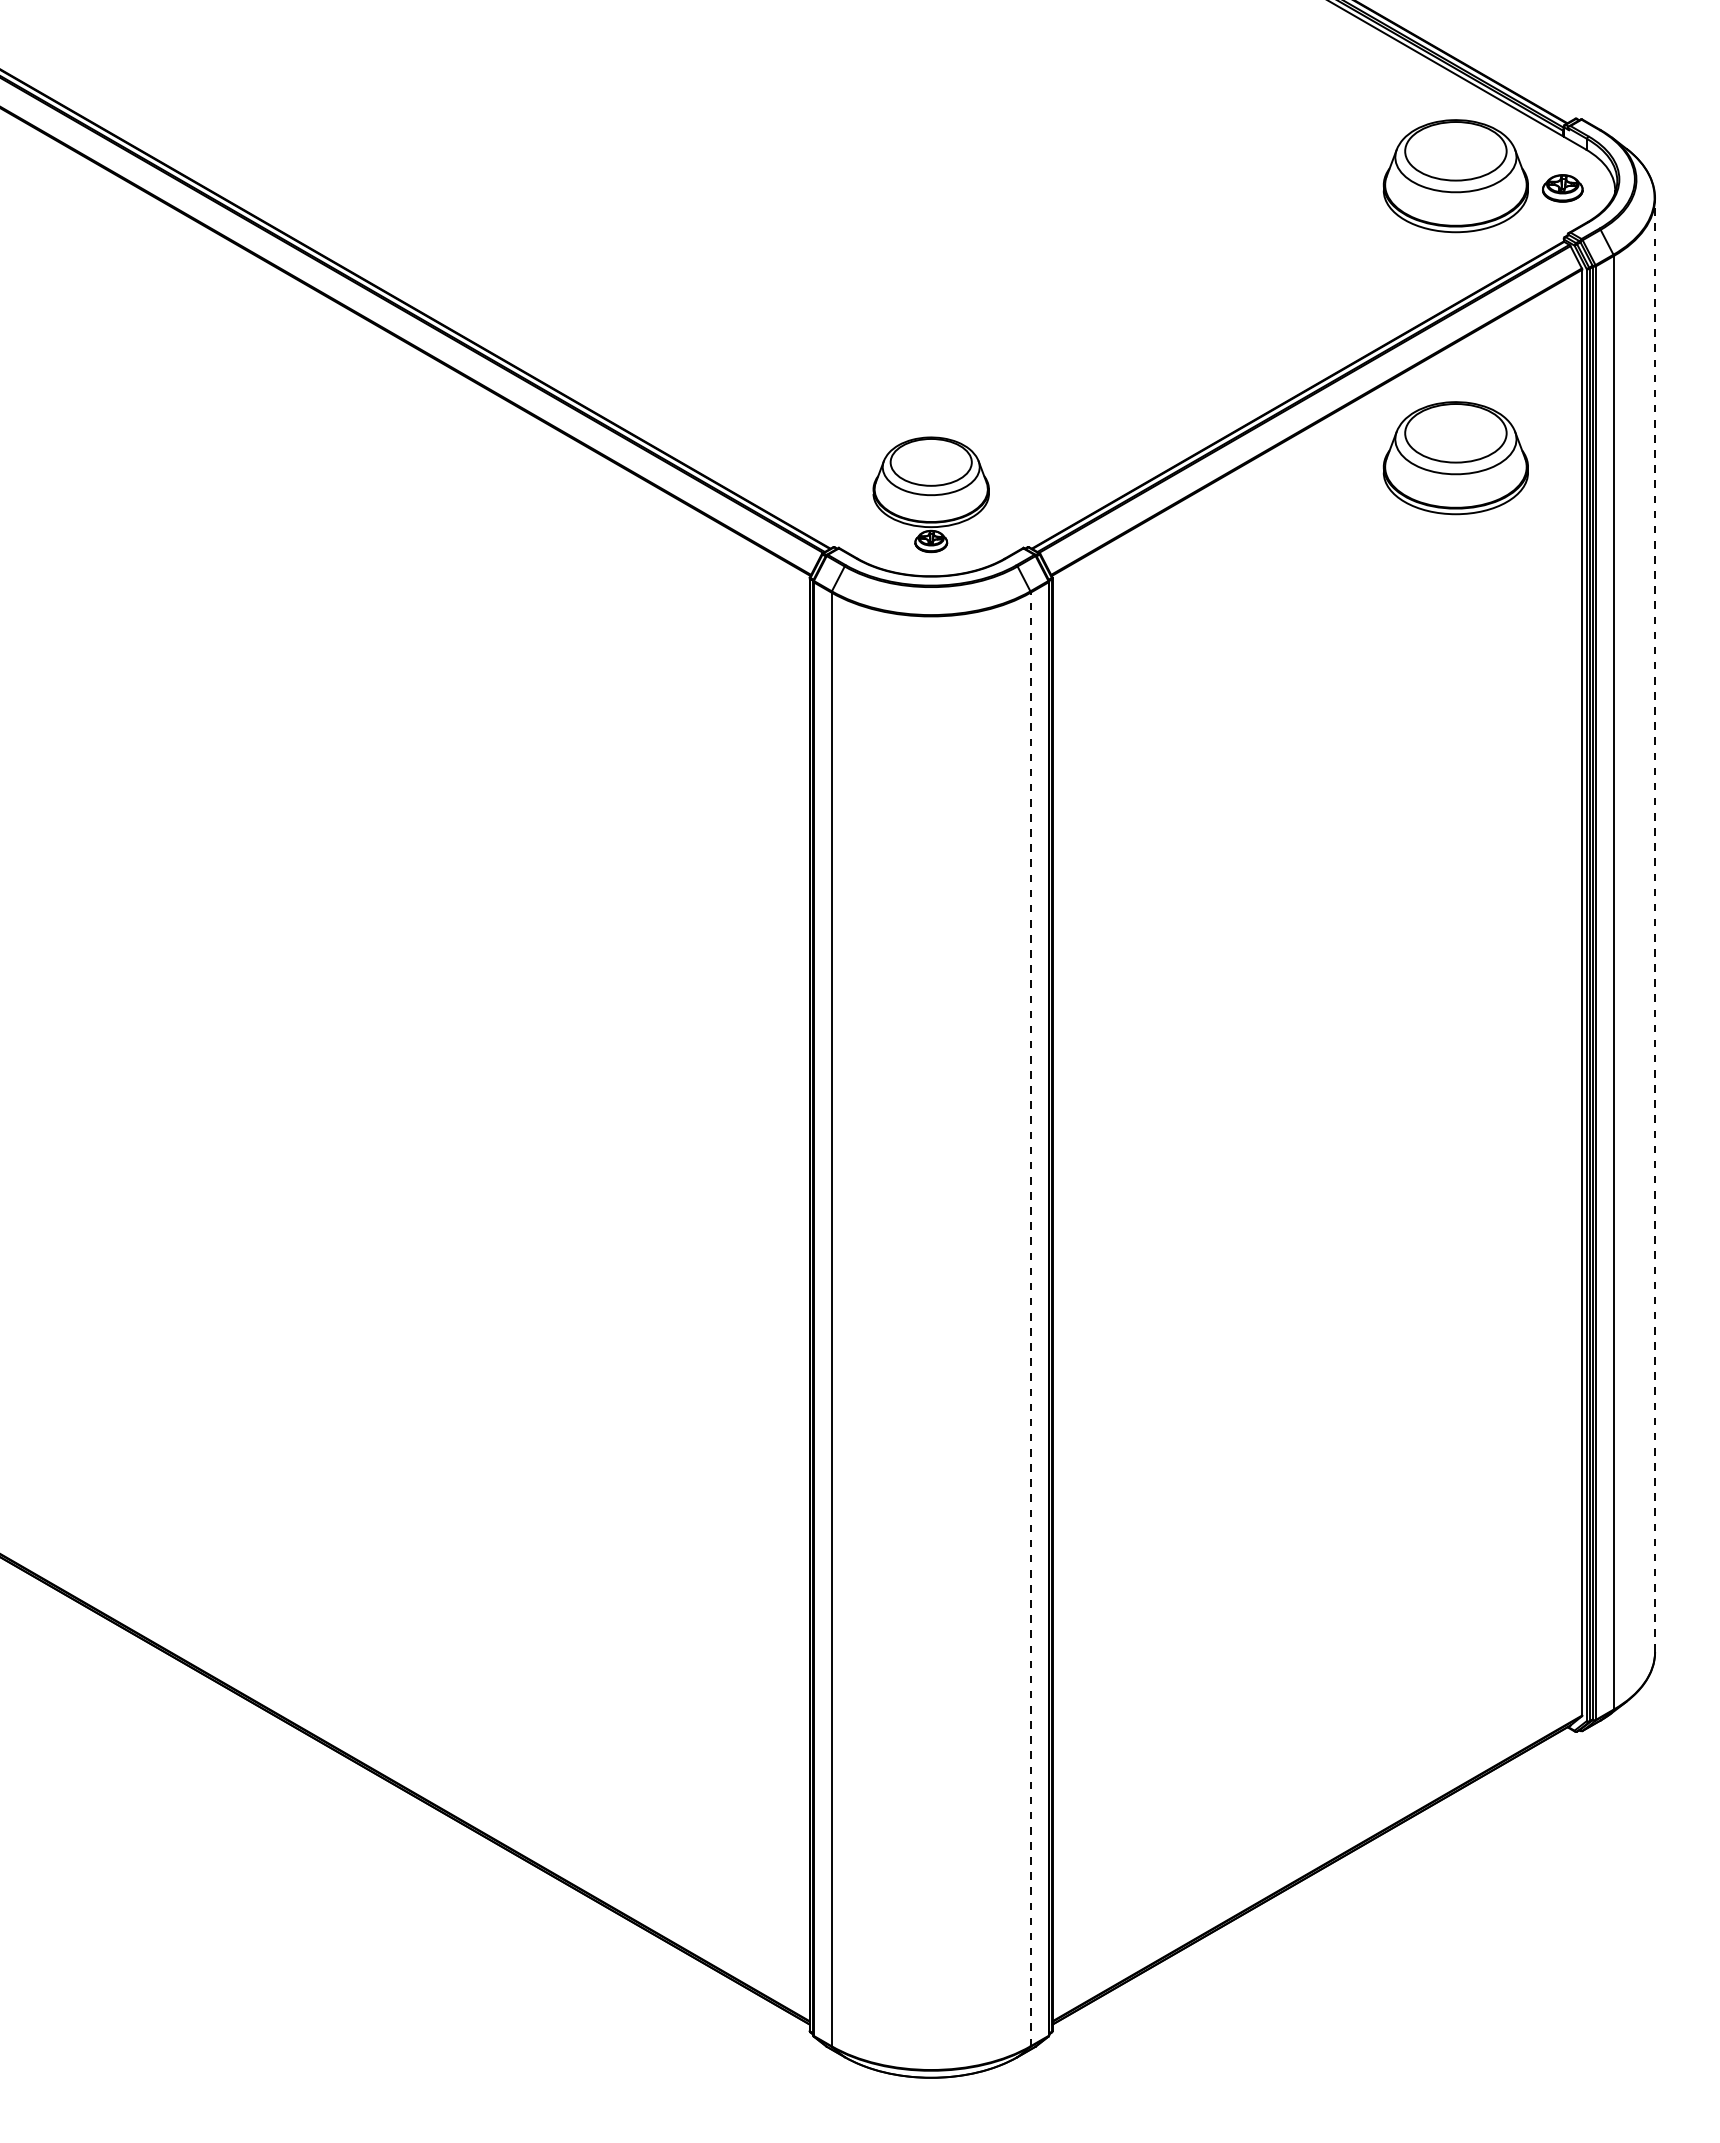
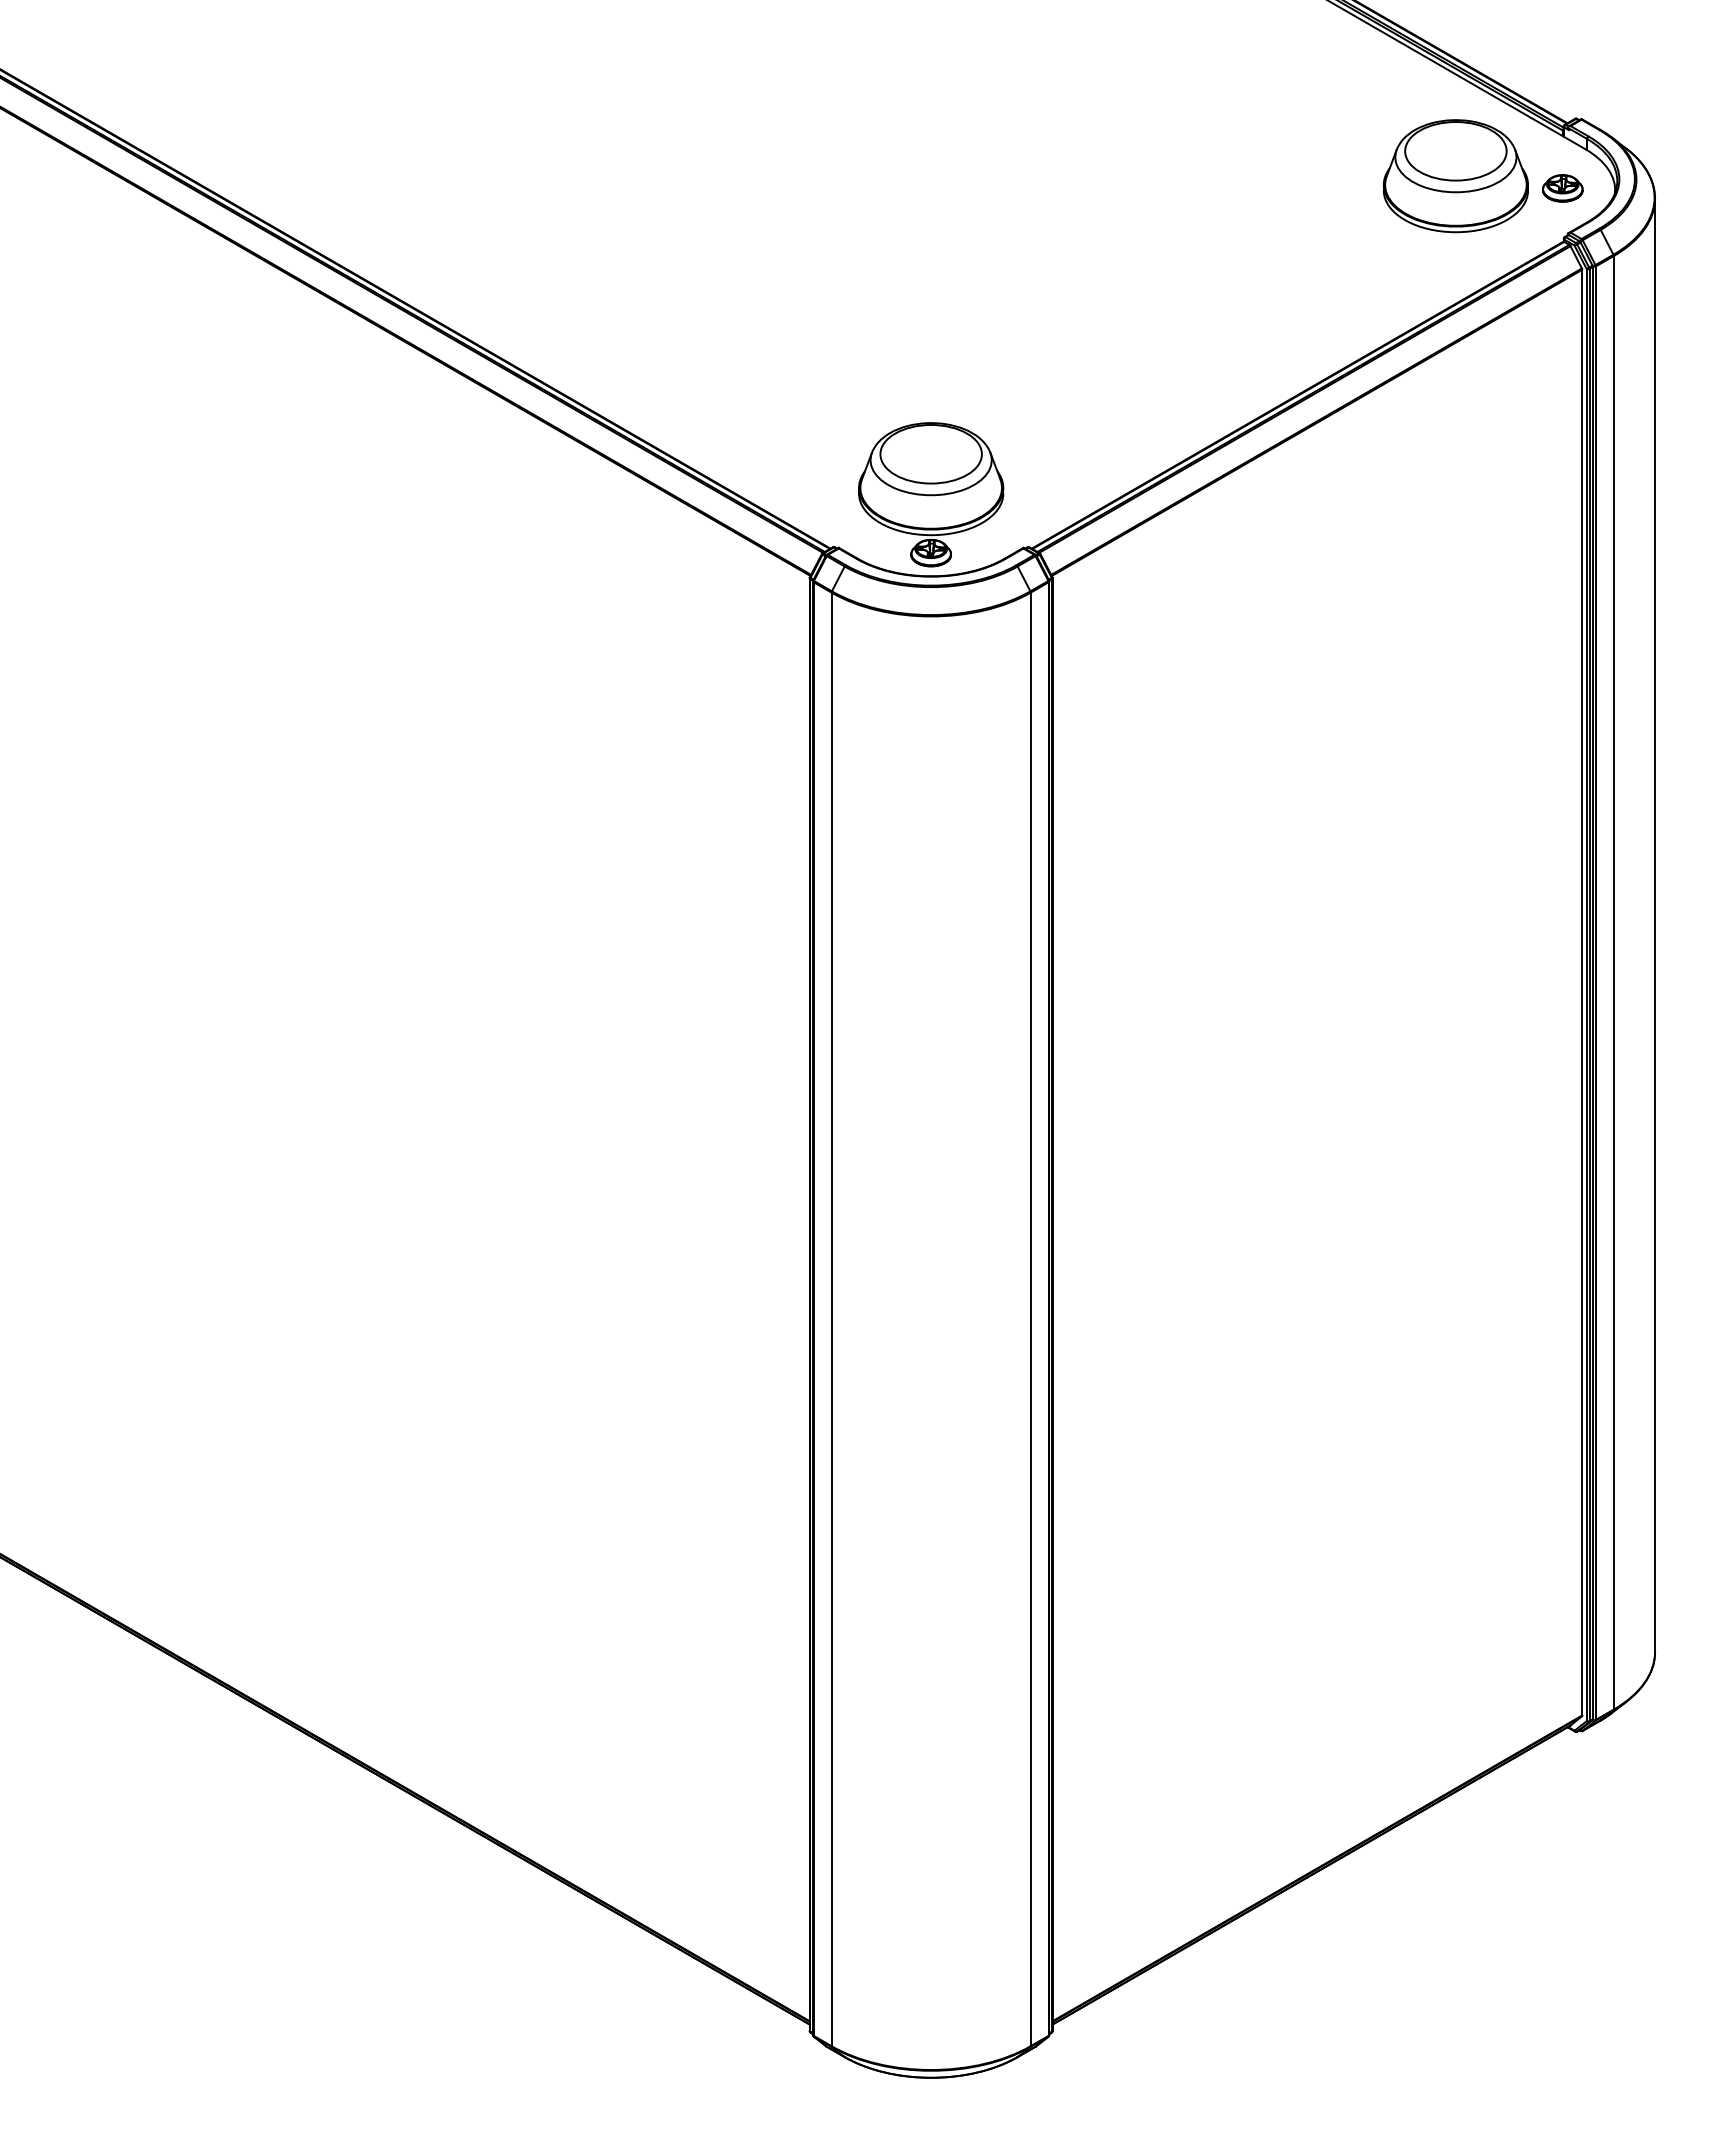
part at (1455, 458): present -> none
part at (930, 494) size: 118x118 px -> 147x146 px
line at (1655, 925): dashed -> solid
line at (1030, 1319): dashed -> solid
